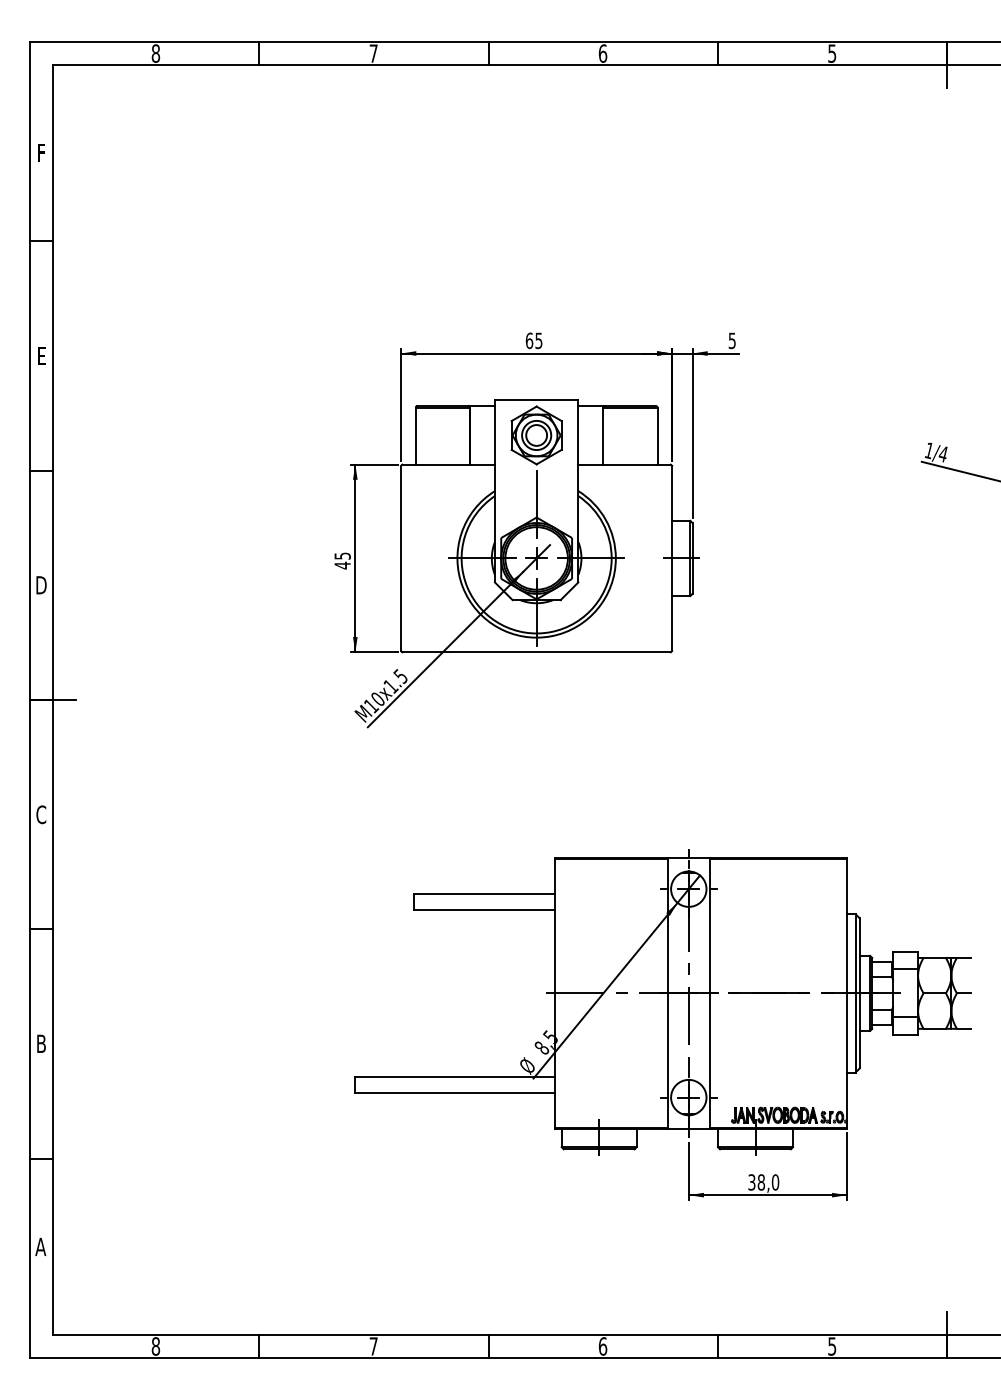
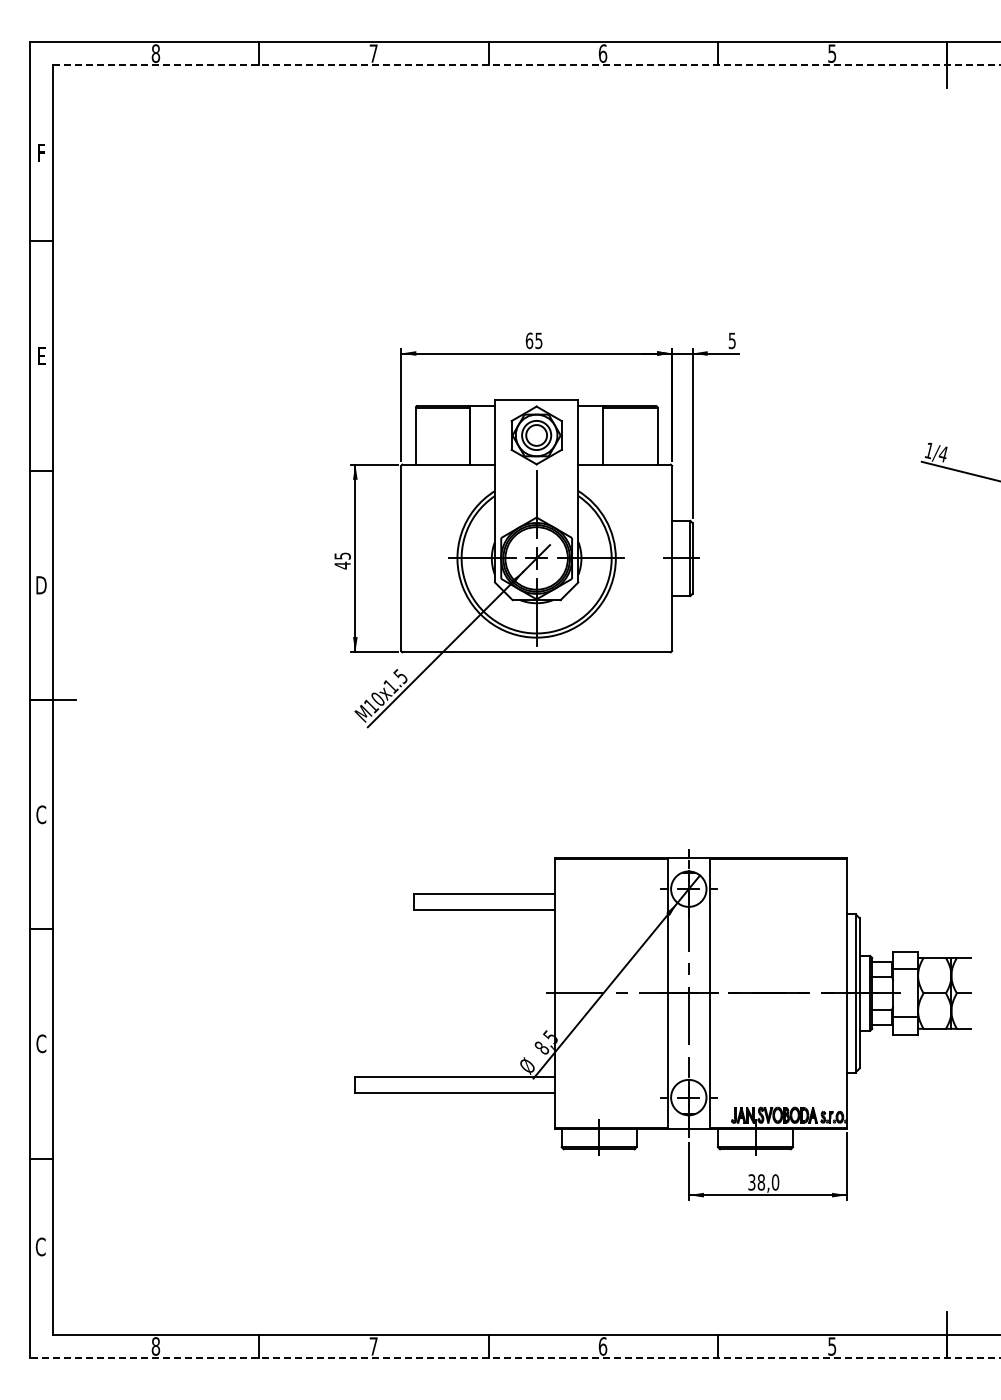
line at (526, 64): solid -> dashed
text at (41, 1043): B -> C
text at (40, 1246): A -> C
line at (514, 1358): solid -> dashed
